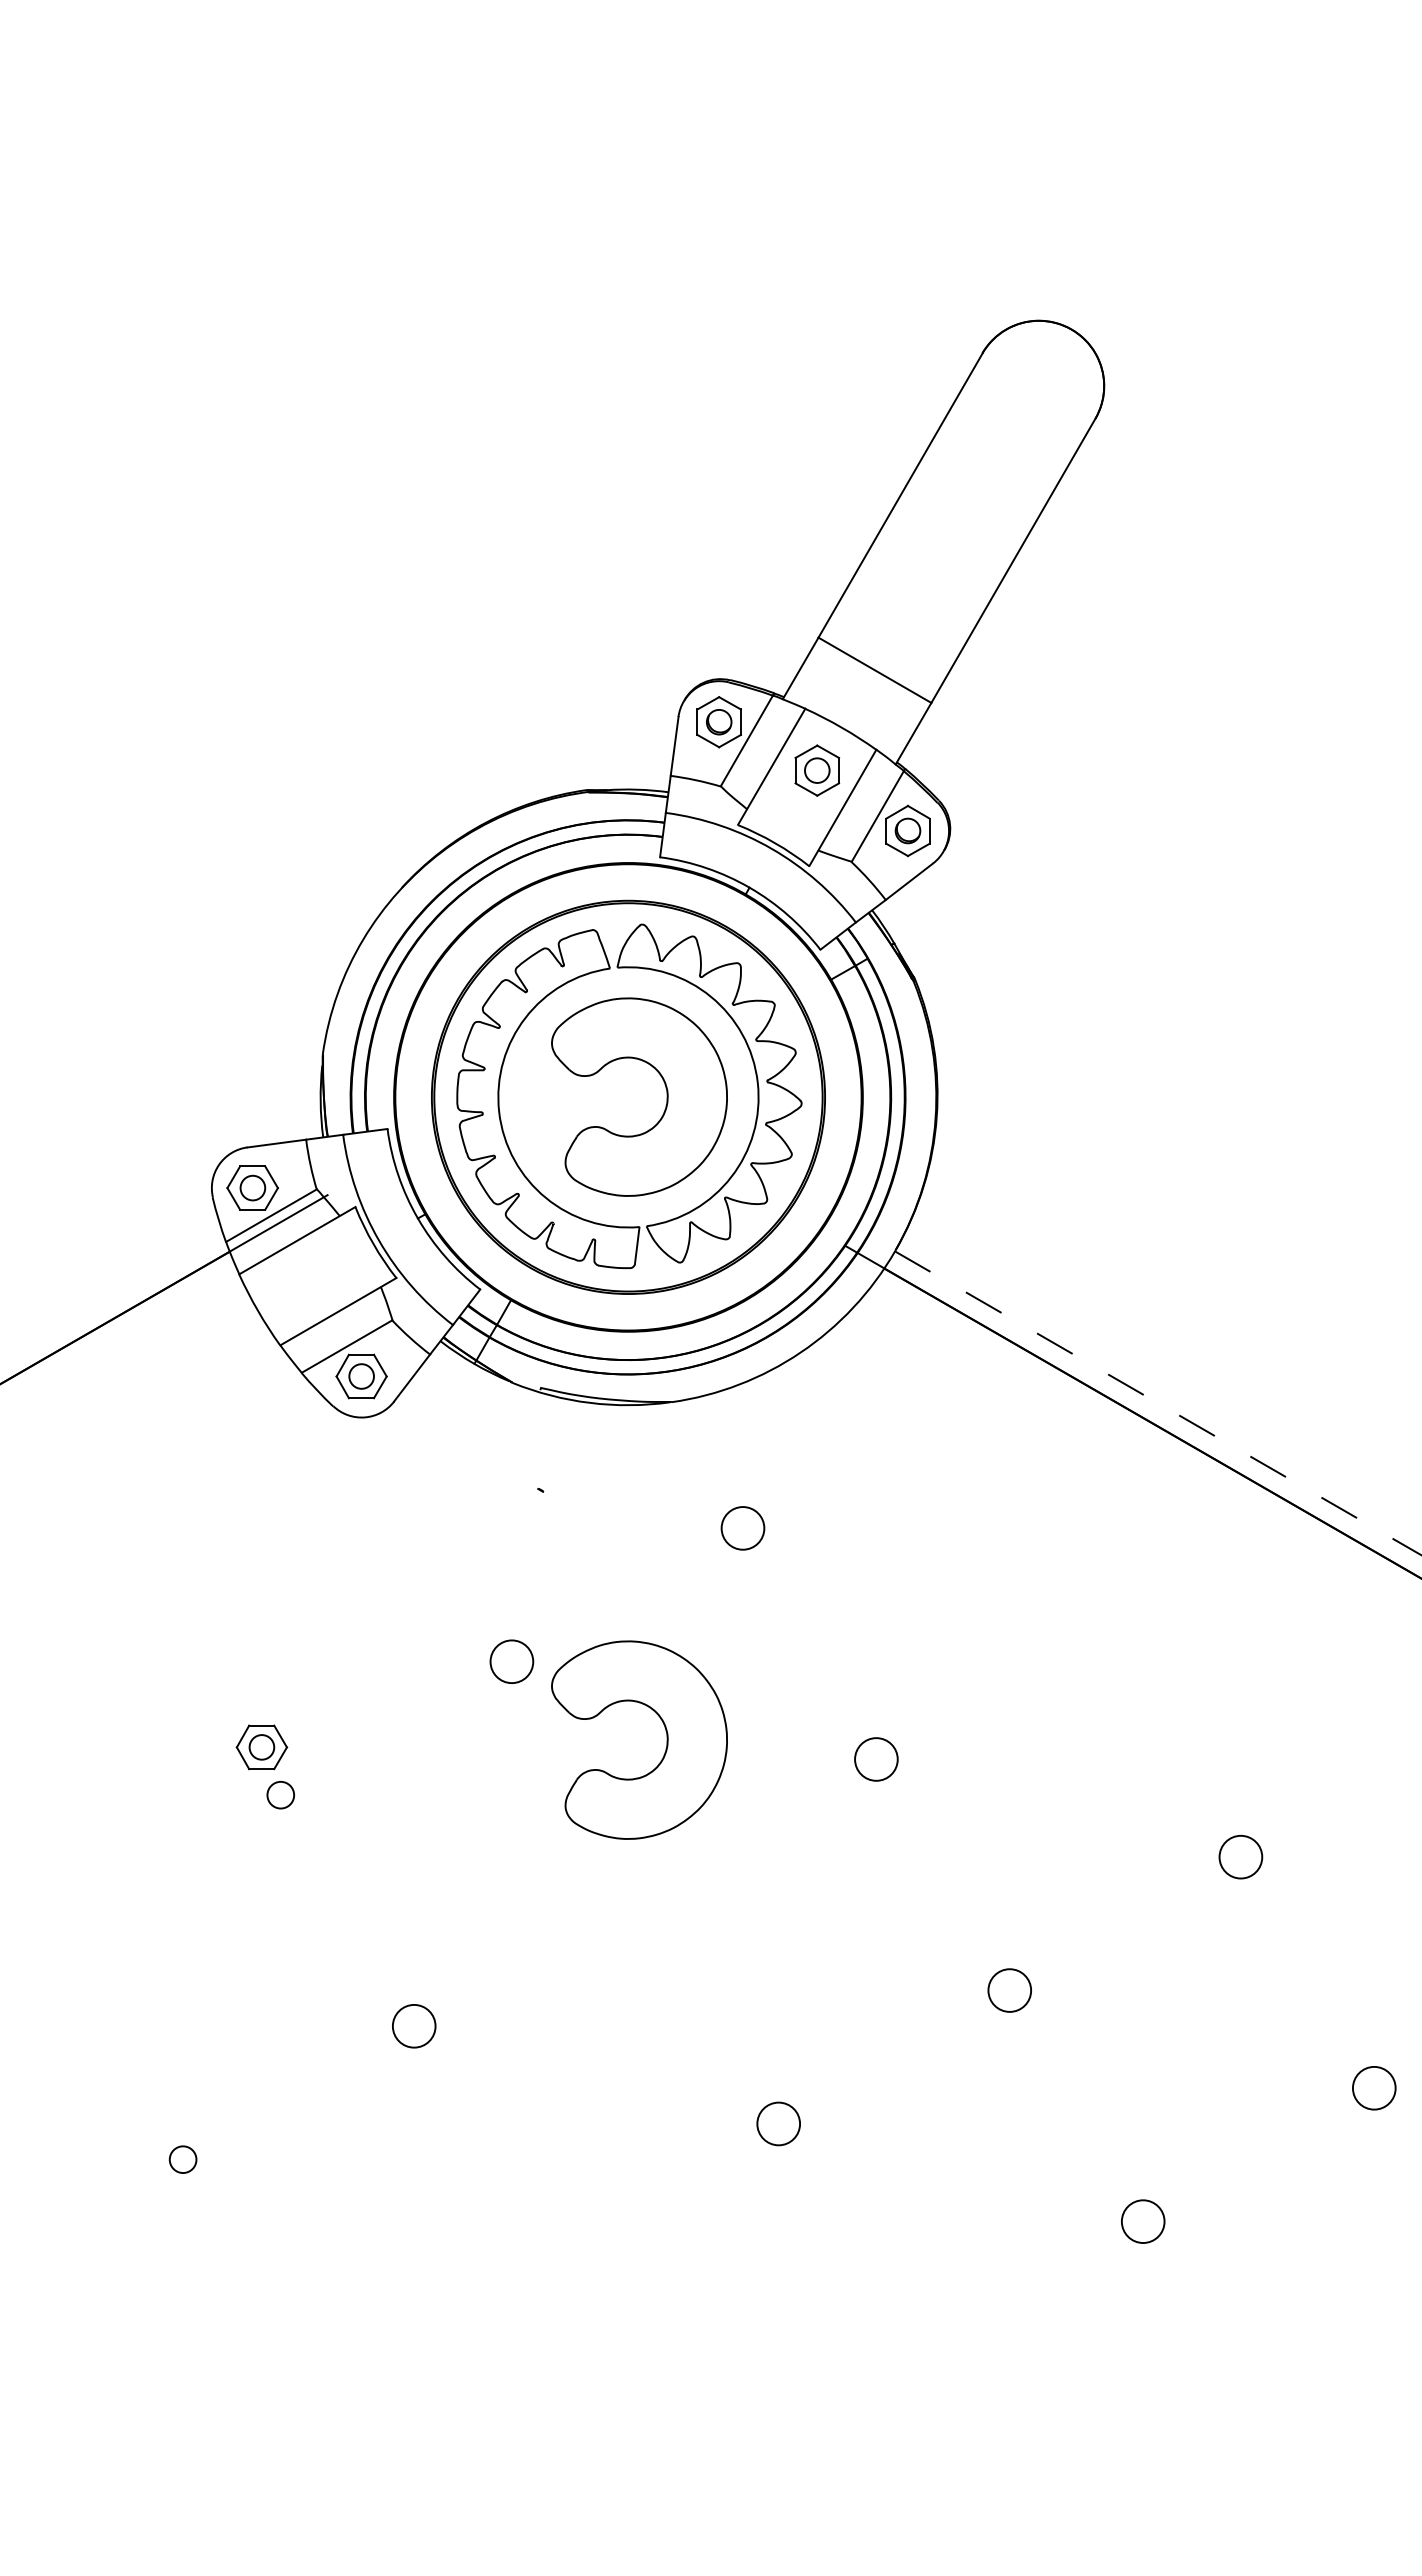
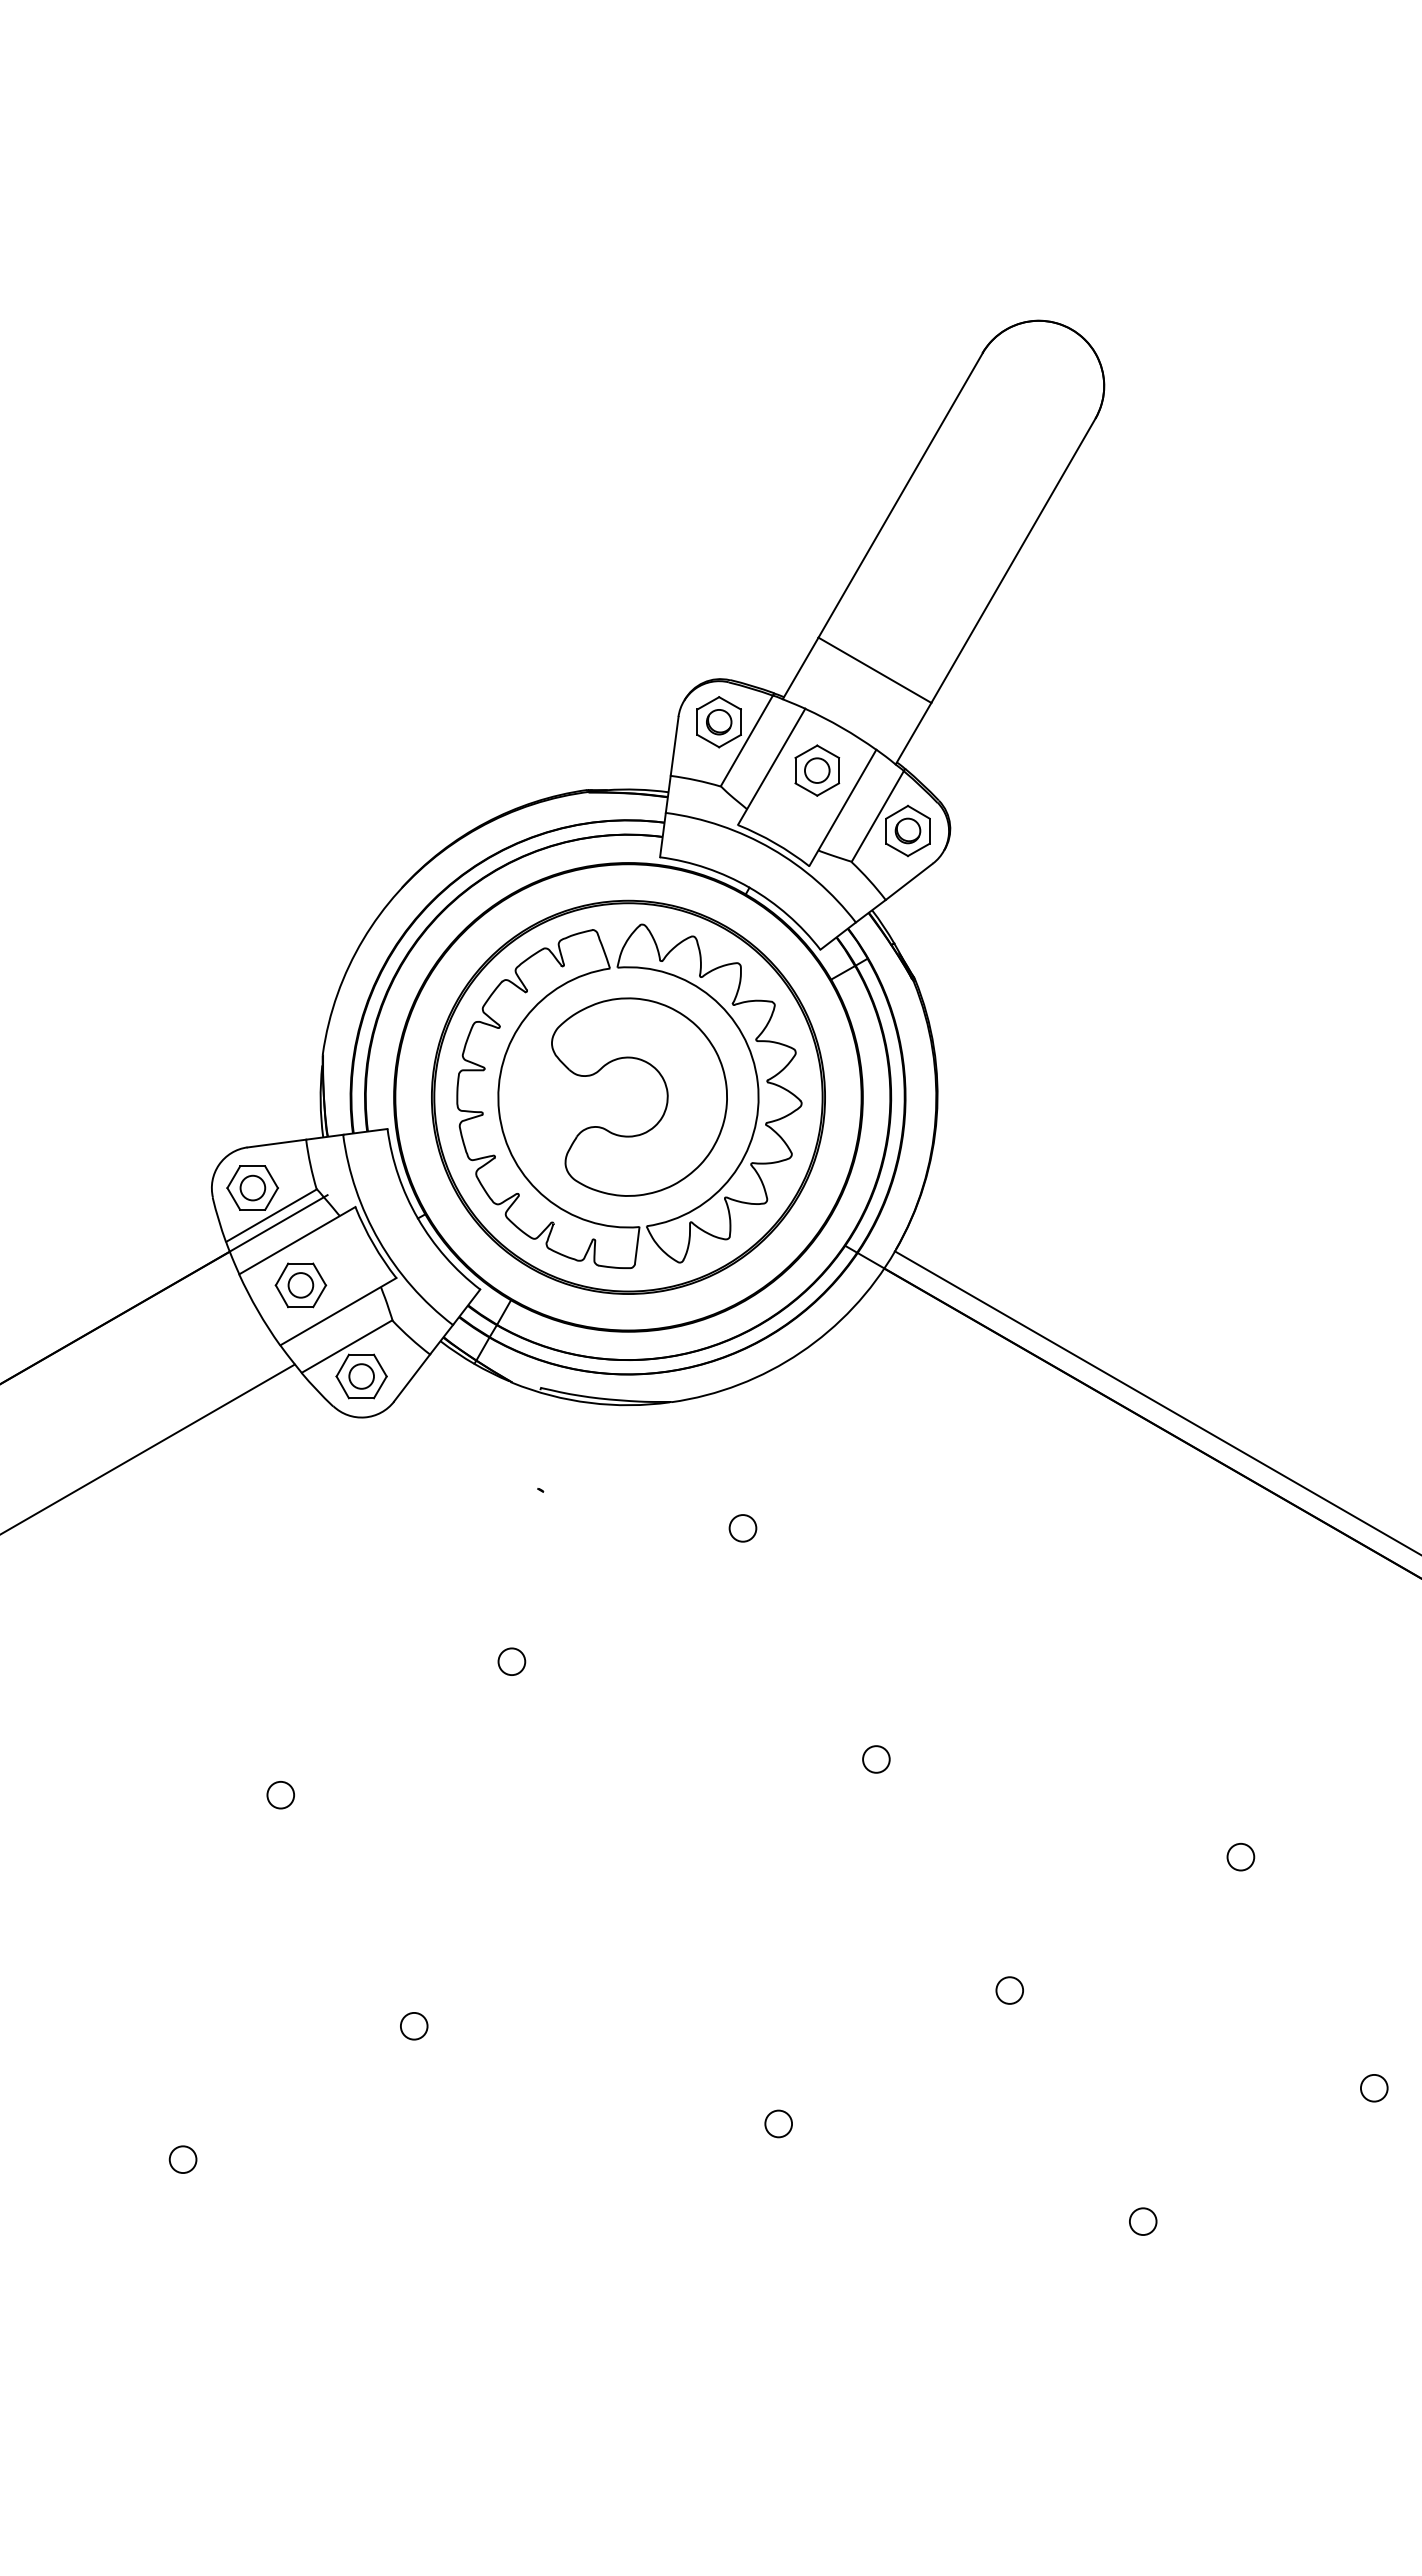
line at (1158, 1403): dashed -> solid
line at (148, 1448): none -> present
circle at (742, 1528) diameter: 43 px -> 27 px
circle at (511, 1661) diameter: 43 px -> 27 px
part at (666, 1739): present -> none
part at (261, 1747) position: (261, 1747) -> (300, 1285)
circle at (876, 1759) diameter: 43 px -> 27 px
circle at (1240, 1856) diameter: 43 px -> 27 px
circle at (1009, 1990) diameter: 43 px -> 27 px
circle at (413, 2025) diameter: 43 px -> 27 px
circle at (1373, 2087) diameter: 43 px -> 27 px
circle at (778, 2123) diameter: 43 px -> 27 px
circle at (1142, 2221) diameter: 43 px -> 27 px
